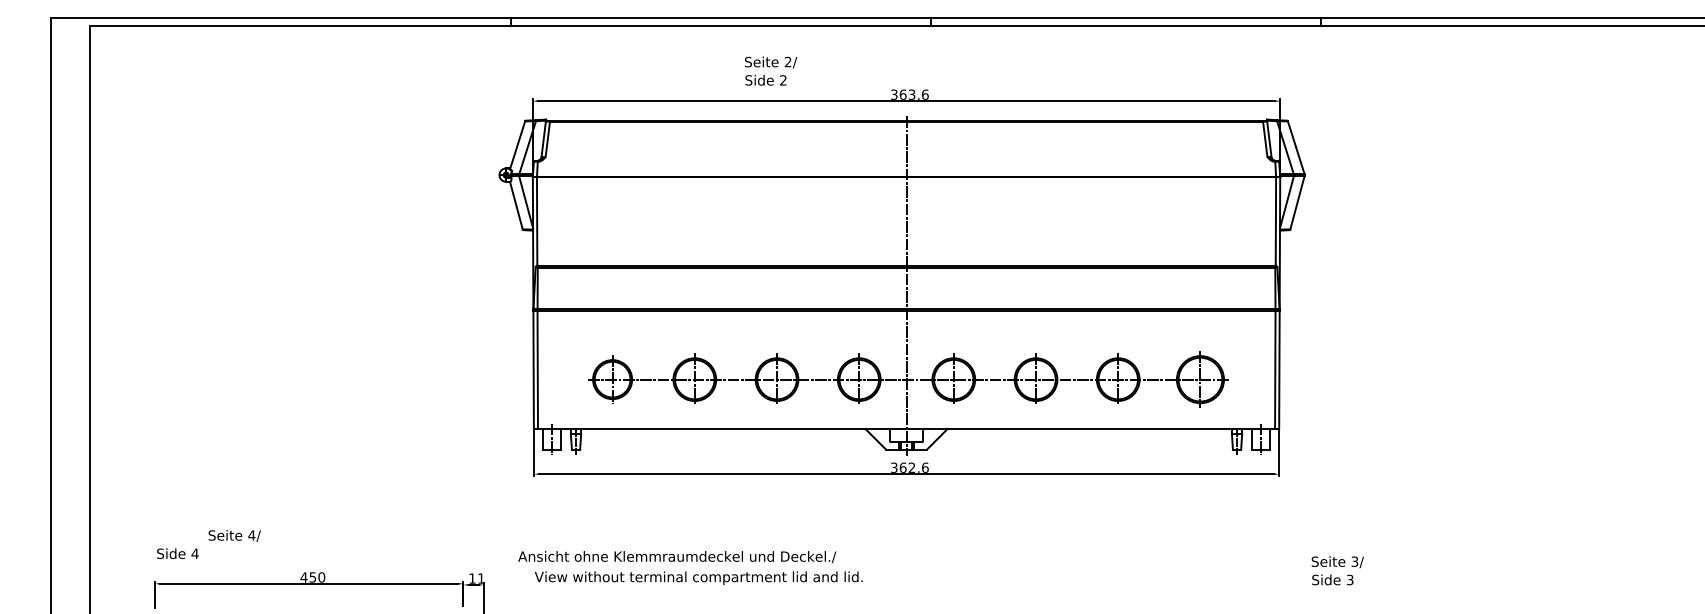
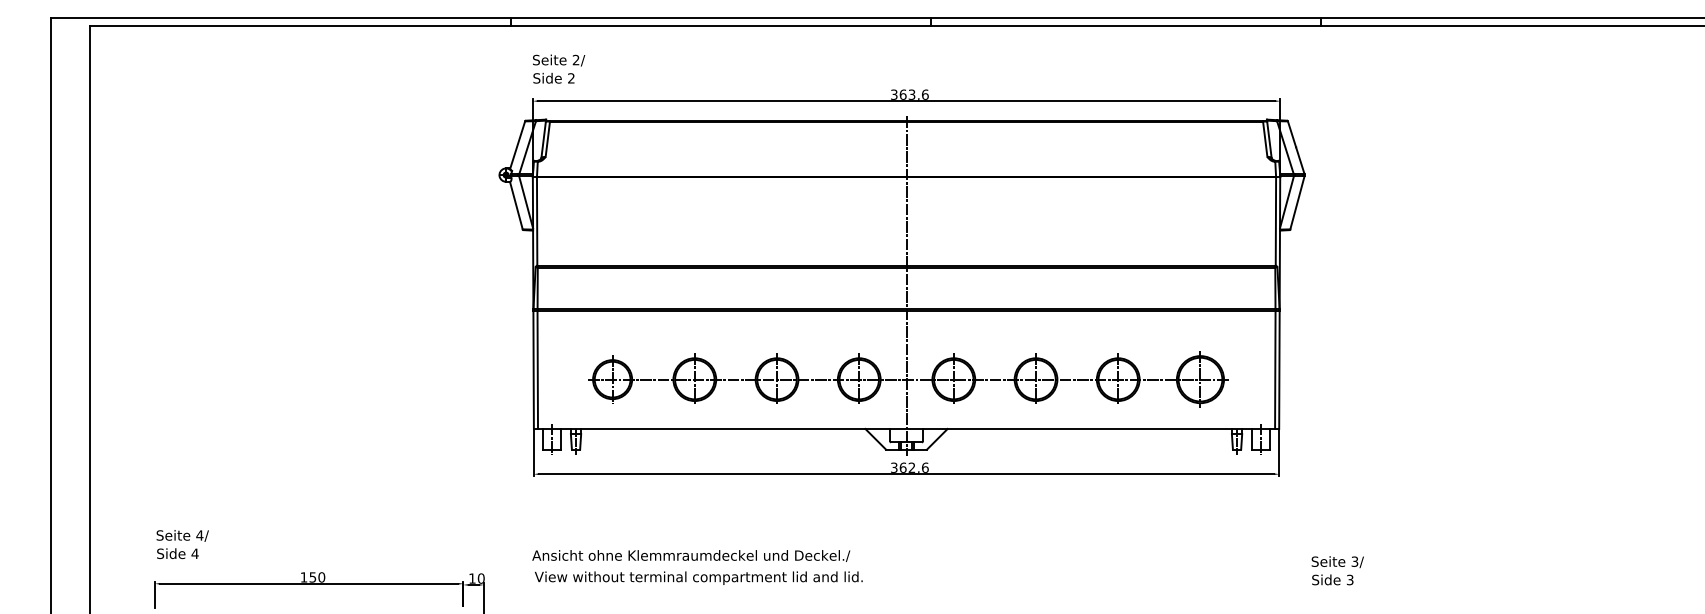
text at (771, 70) position: (771, 70) -> (559, 68)
text at (234, 535) position: (234, 535) -> (182, 535)
text at (677, 556) position: (677, 556) -> (691, 555)
text at (303, 577): 450 -> 150
text at (480, 578): 11 -> 10
